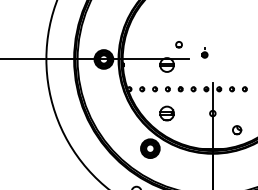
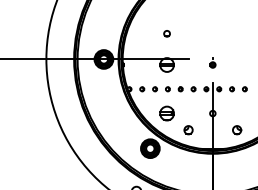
part at (178, 44) position: (178, 44) -> (166, 33)
part at (204, 52) position: (204, 52) -> (212, 62)
part at (188, 130): none -> present
